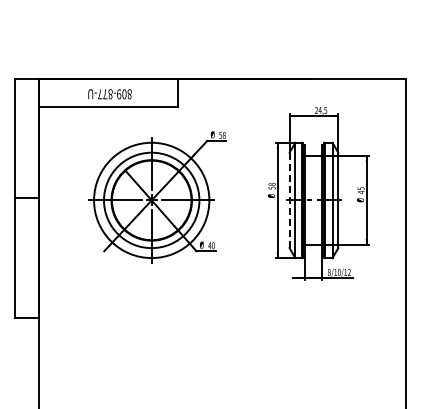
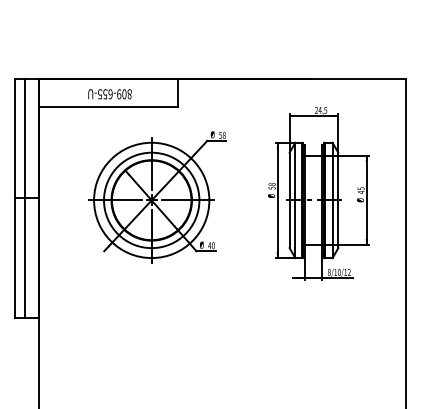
text at (105, 94): 809-877-U -> 809-655-U
line at (24, 198): none -> present
line at (289, 200): dashed -> solid
